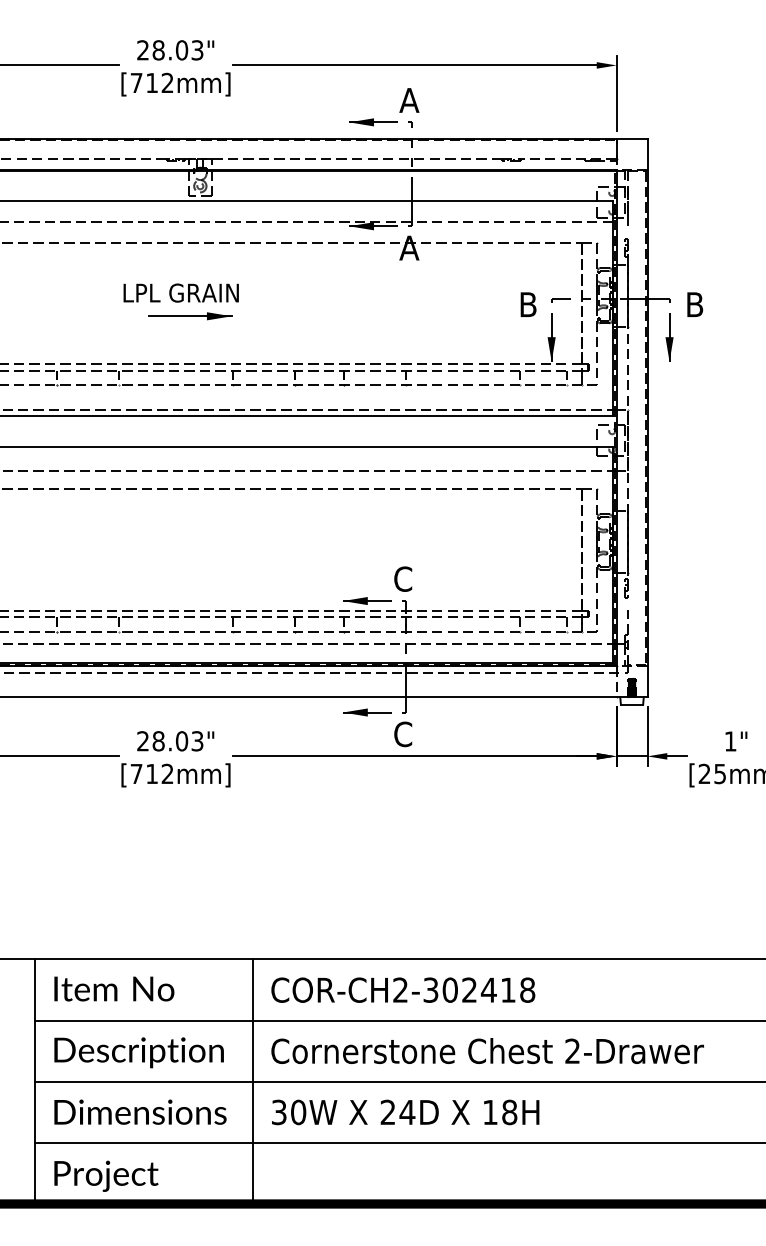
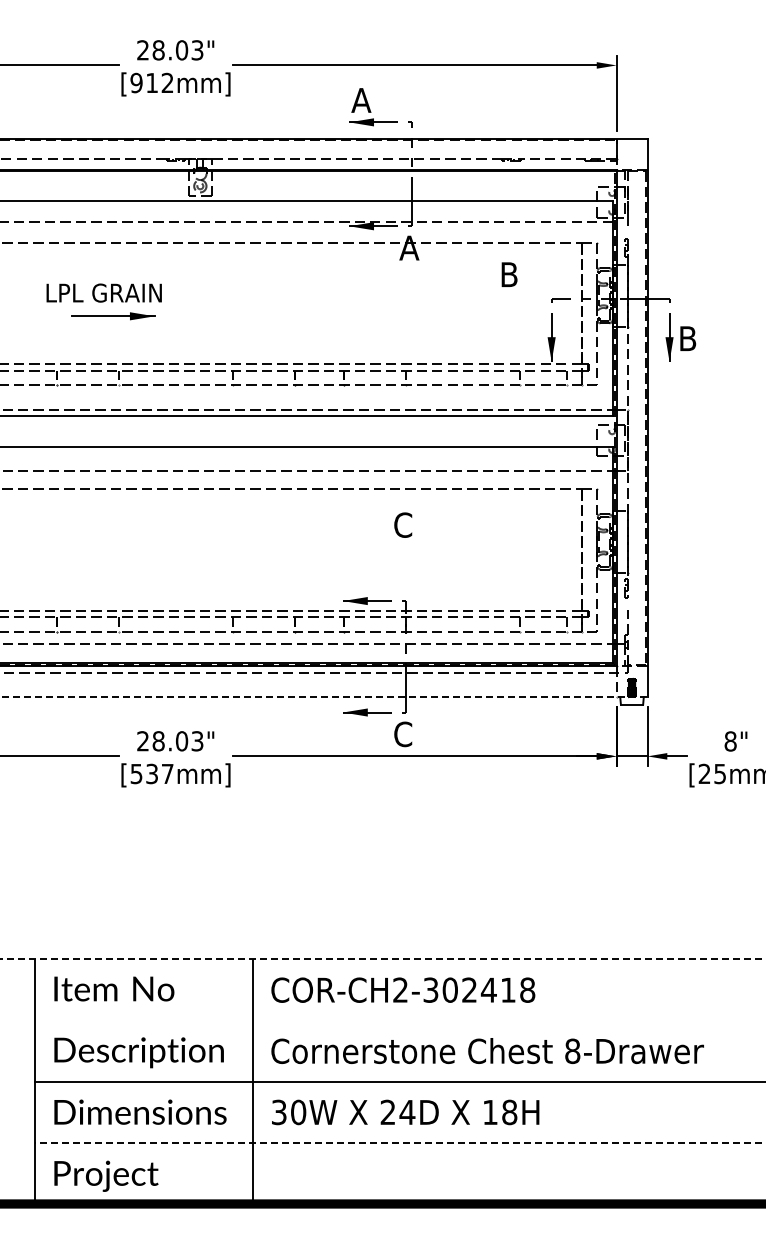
text at (136, 82): [712mm] -> [912mm]
text at (409, 100) position: (409, 100) -> (361, 100)
part at (180, 301) position: (180, 301) -> (103, 301)
text at (528, 304) position: (528, 304) -> (509, 274)
text at (695, 304) position: (695, 304) -> (688, 338)
text at (403, 578) position: (403, 578) -> (403, 524)
line at (324, 697): solid -> dashed
text at (730, 741): 1" -> 8"
text at (151, 773): [712mm] -> [537mm]
line at (382, 959): solid -> dashed
line at (398, 1020): present -> none
text at (572, 1051): 2-Drawer -> 8-Drawer
line at (400, 1142): solid -> dashed
